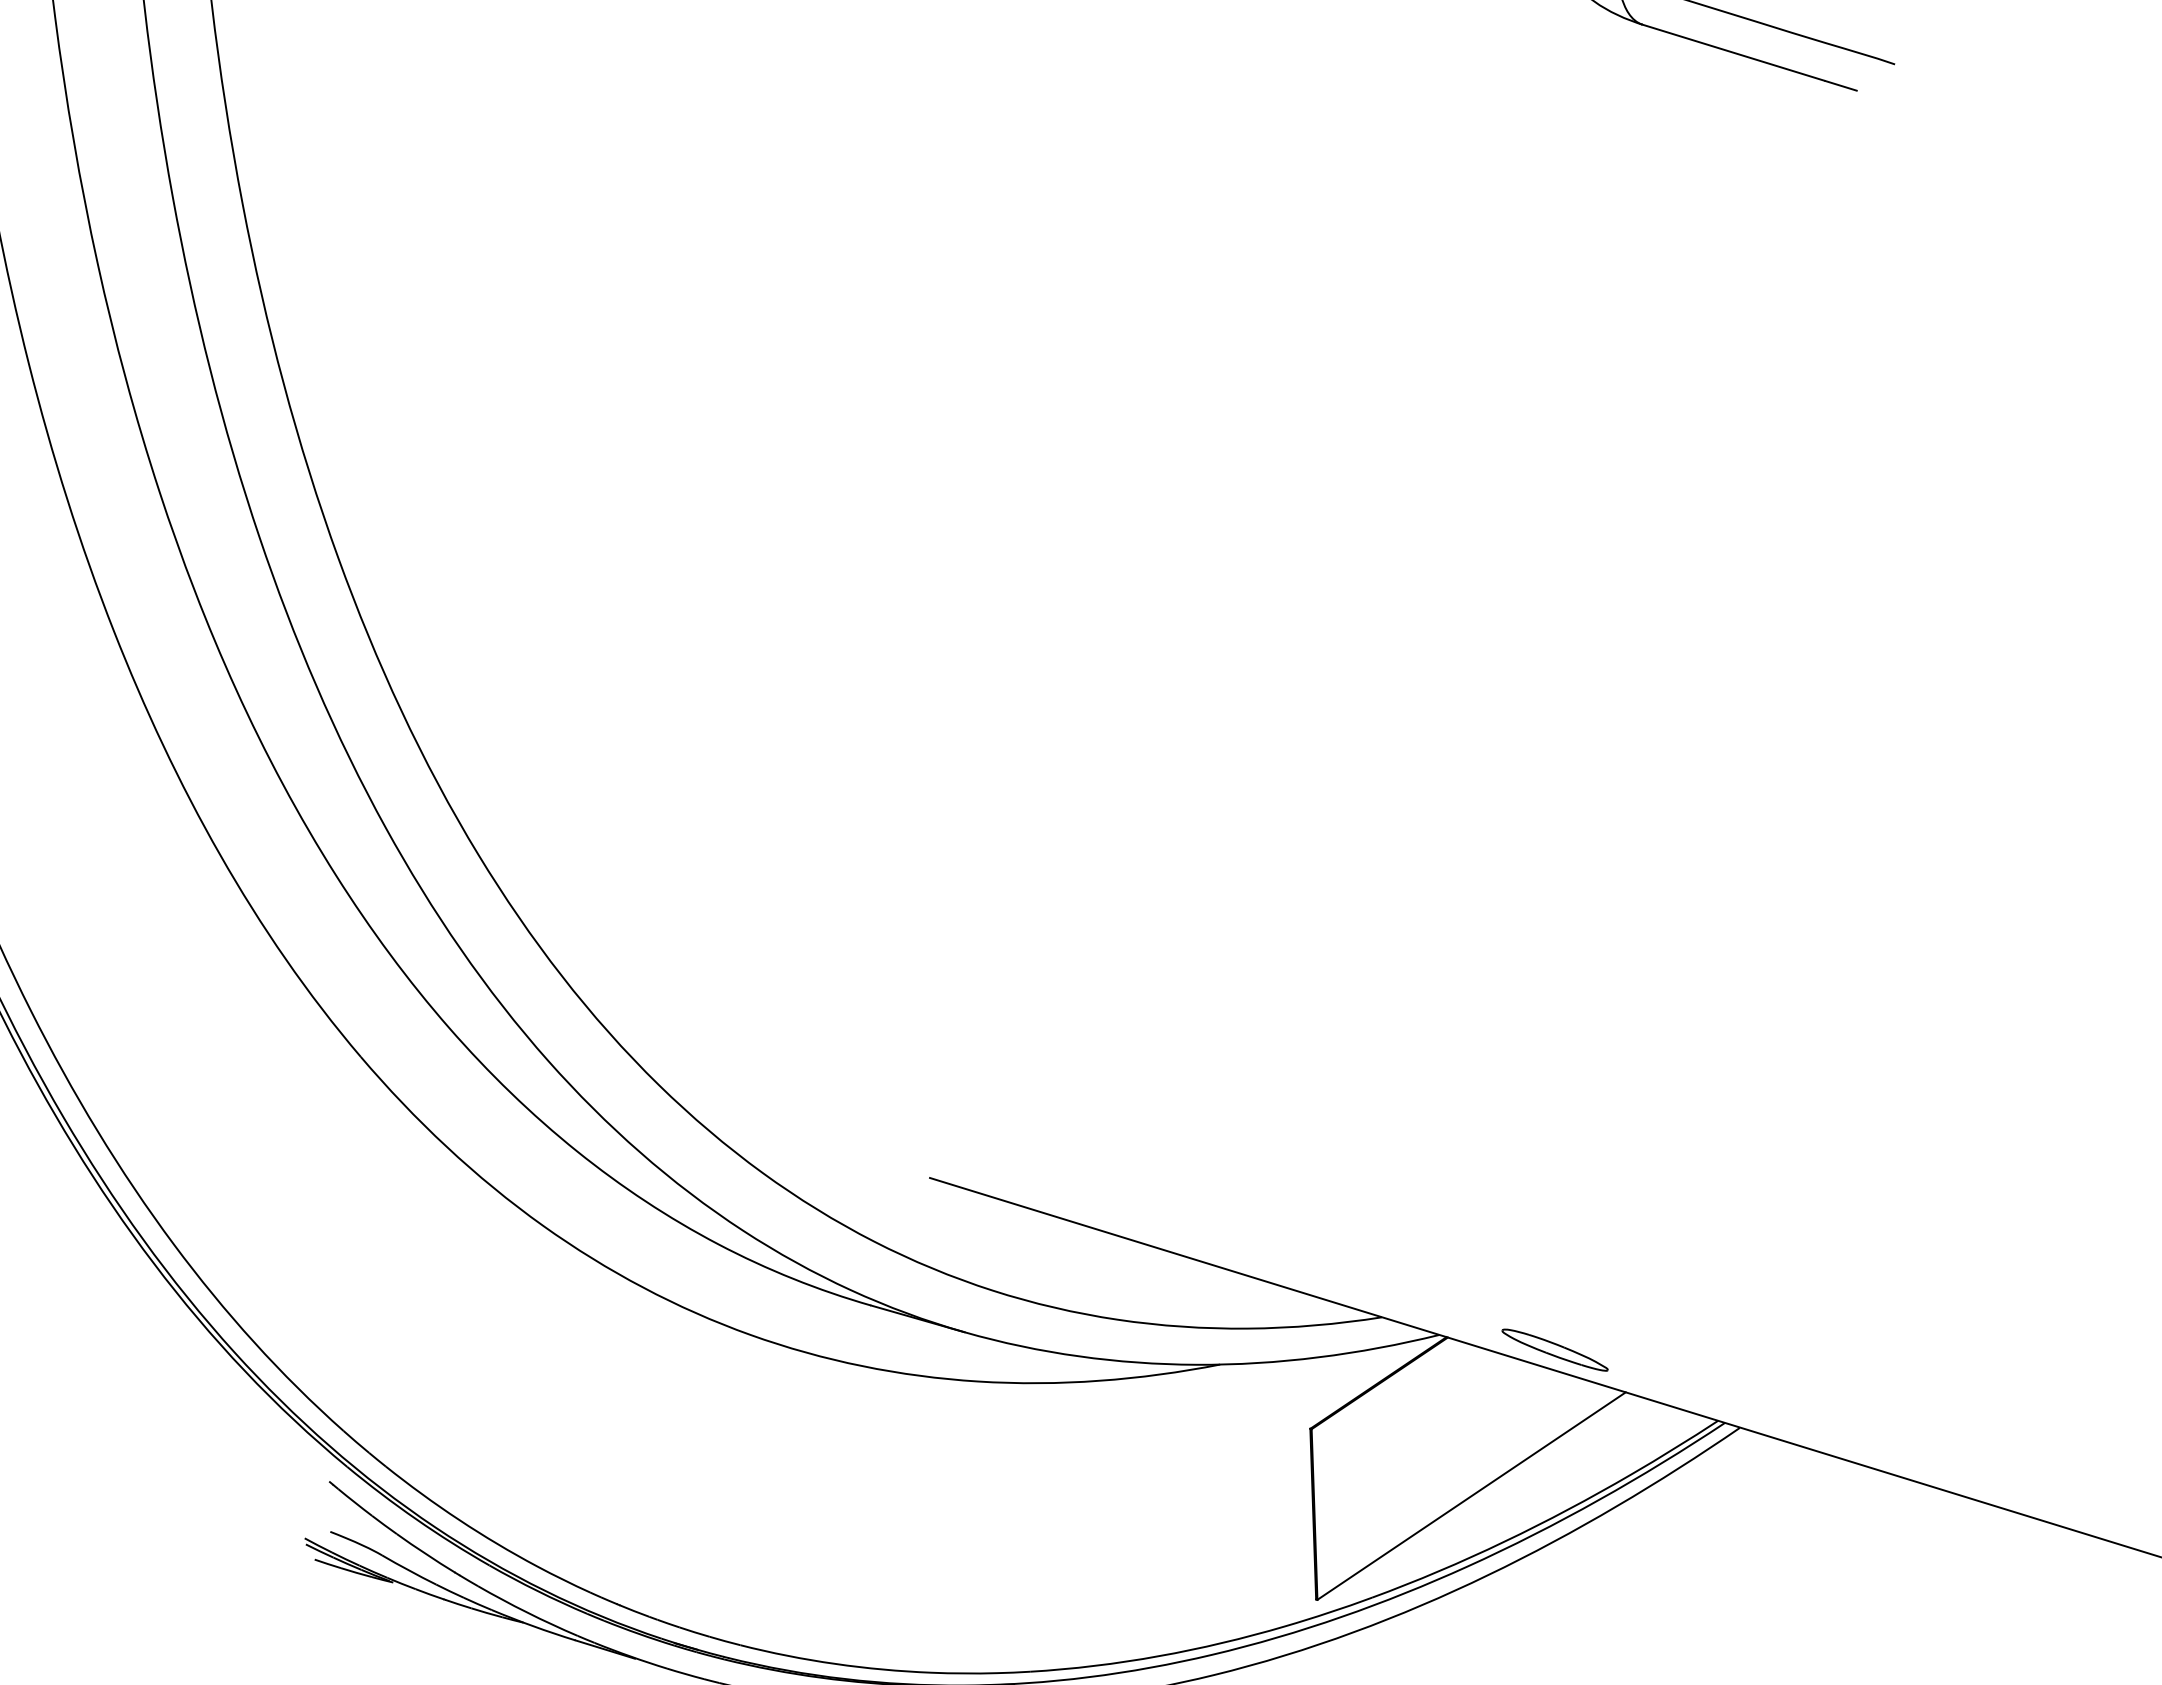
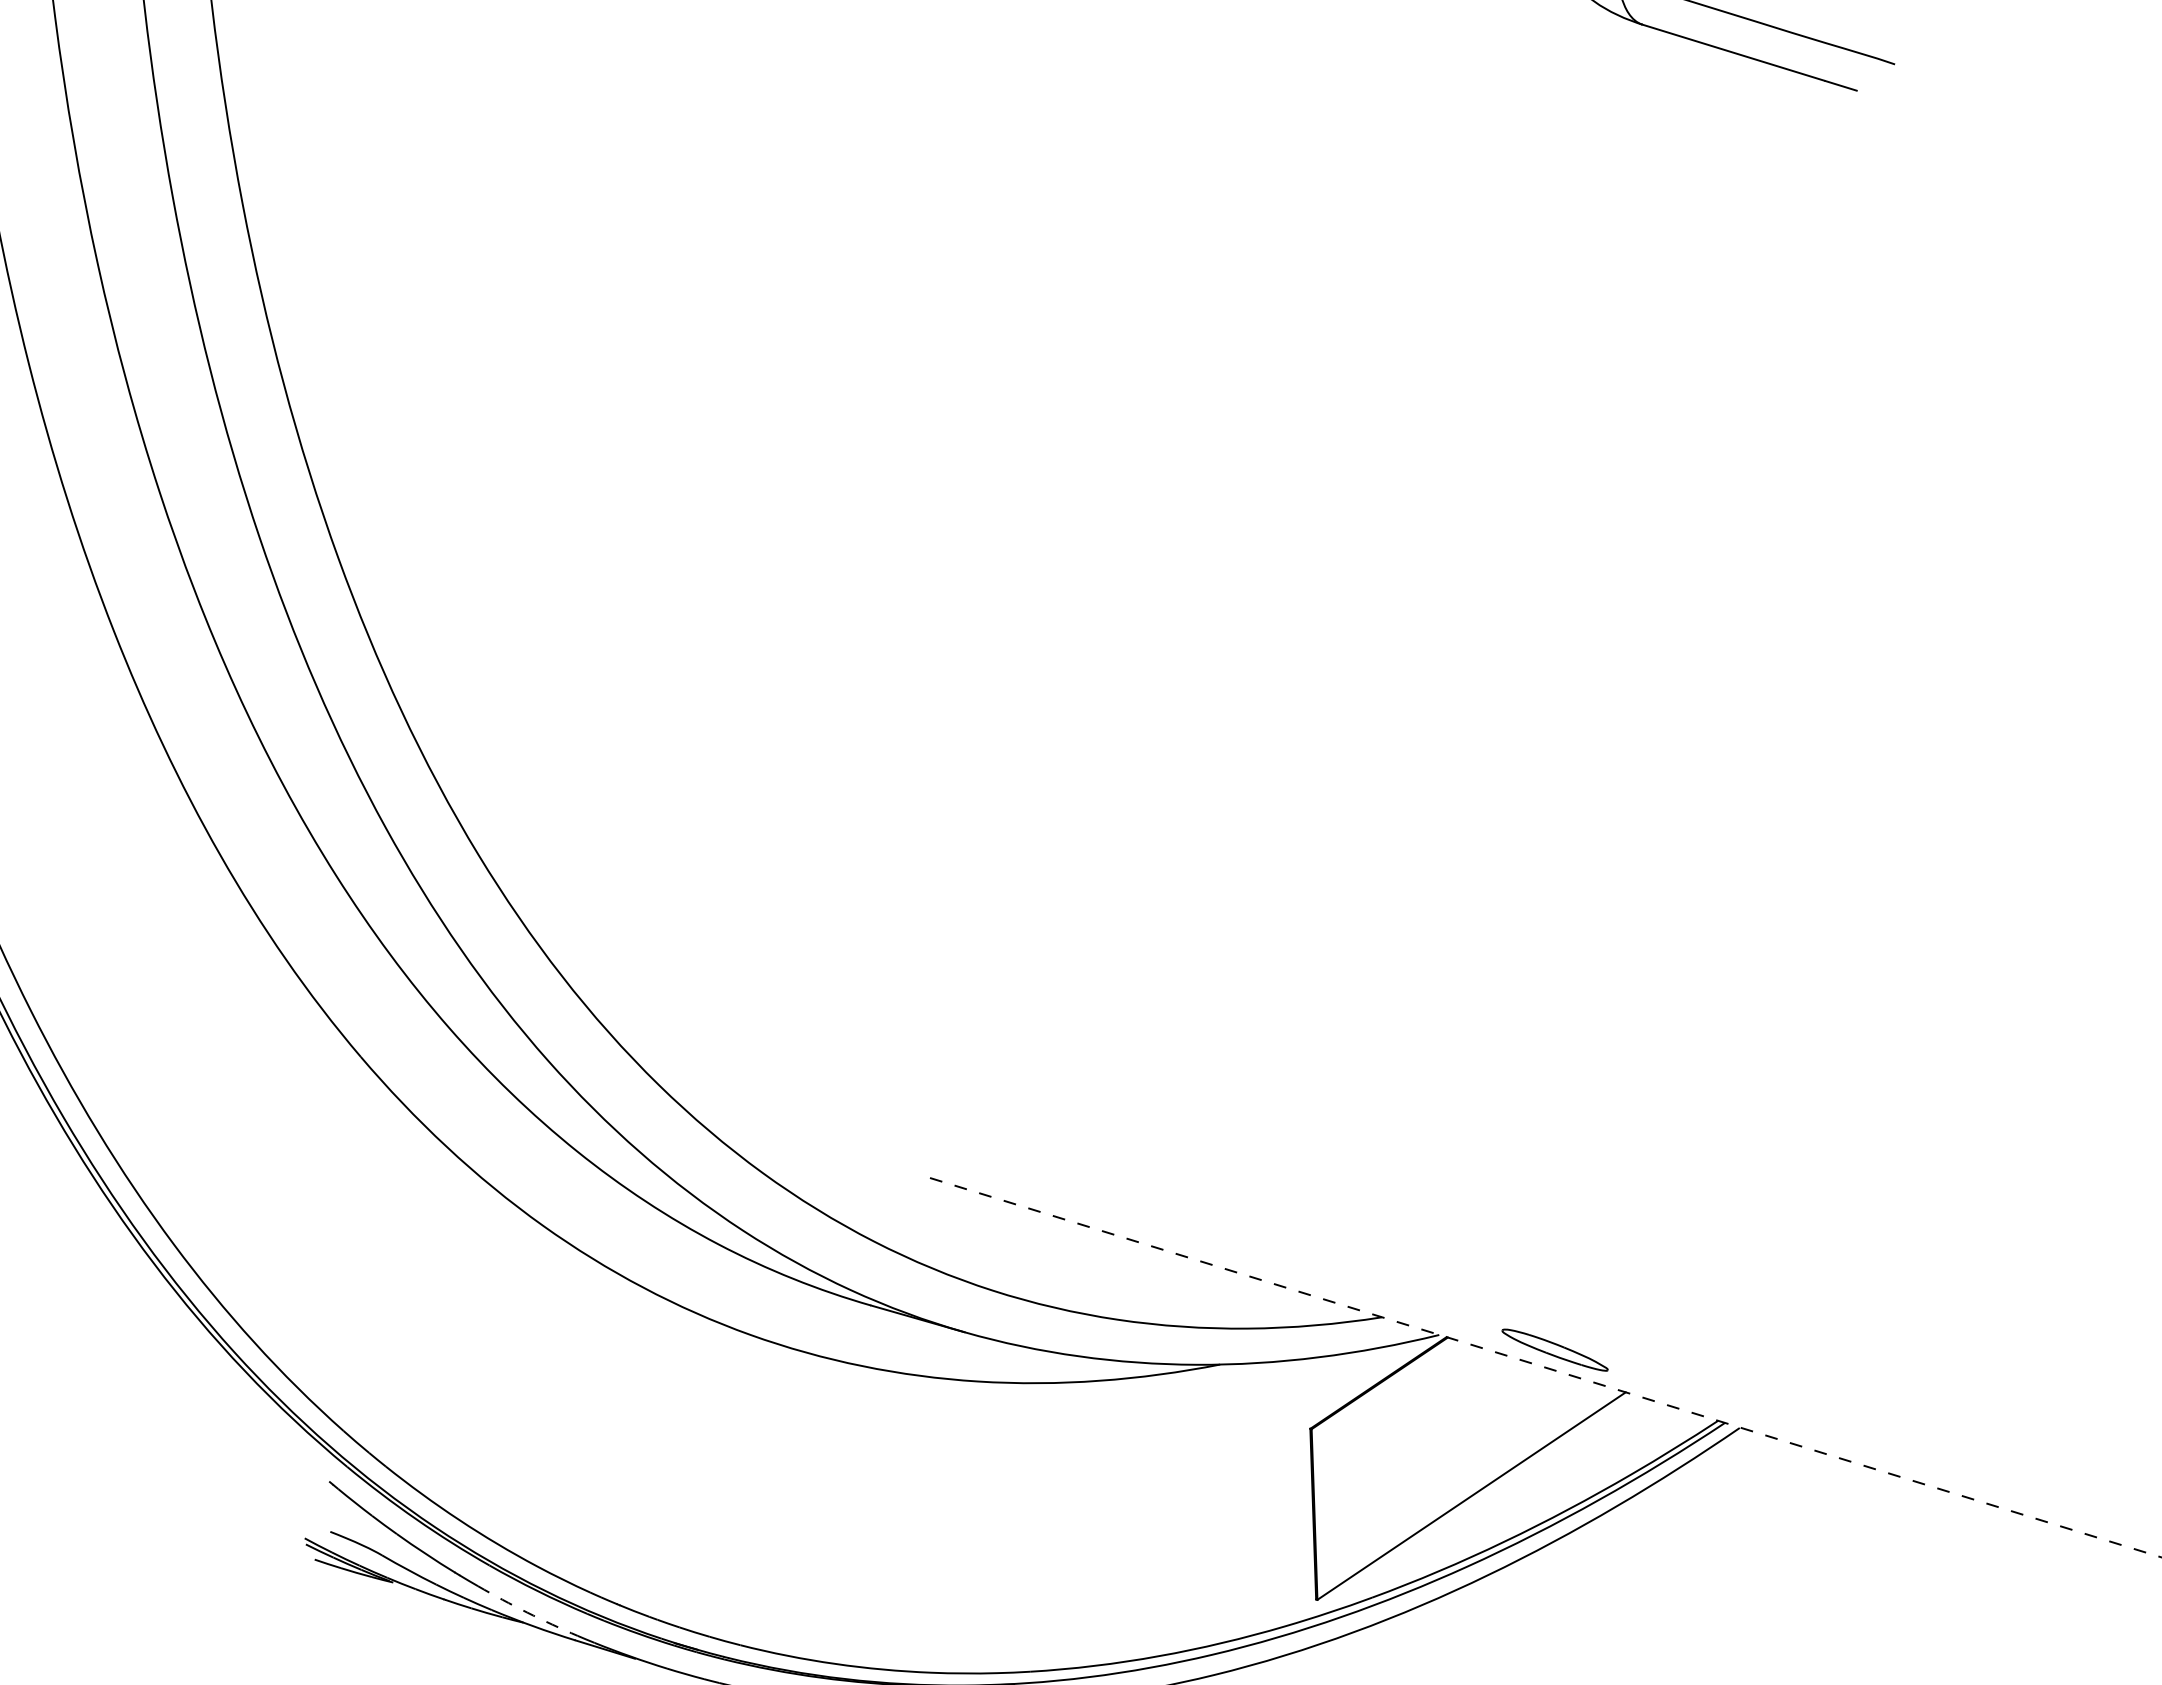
line at (1546, 1367): solid -> dashed
arc at (527, 1612): solid -> dashed
